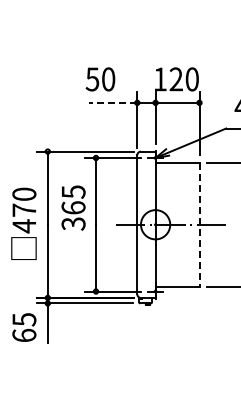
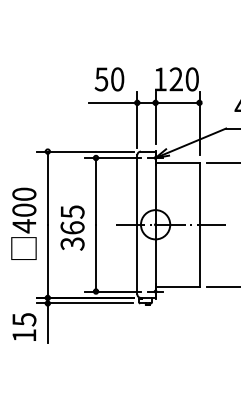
text at (100, 79) position: (100, 79) -> (109, 79)
line at (112, 102): dashed -> solid
text at (73, 207) position: (73, 207) -> (72, 227)
text at (24, 209): 470 -> 400
line at (199, 225): dashed -> solid
text at (24, 334): 65 -> 15
